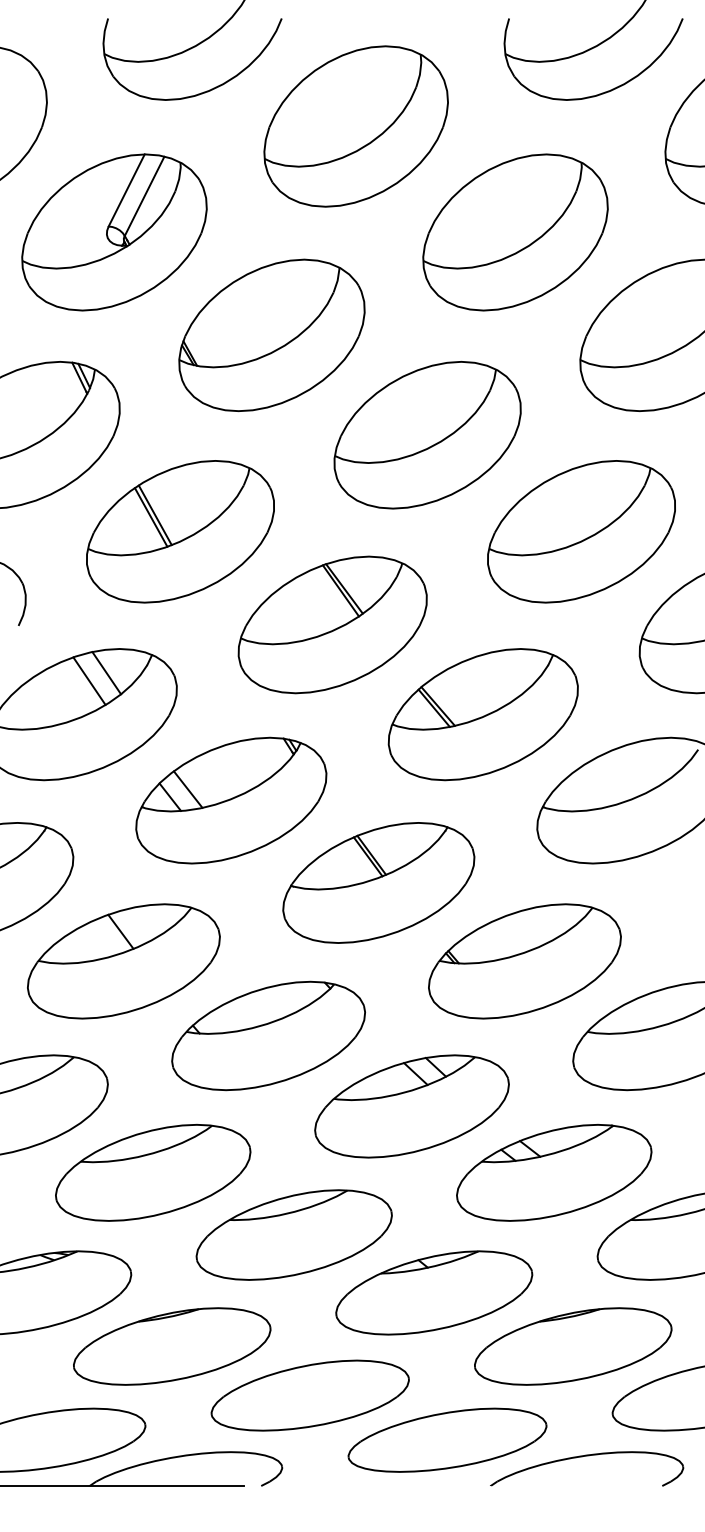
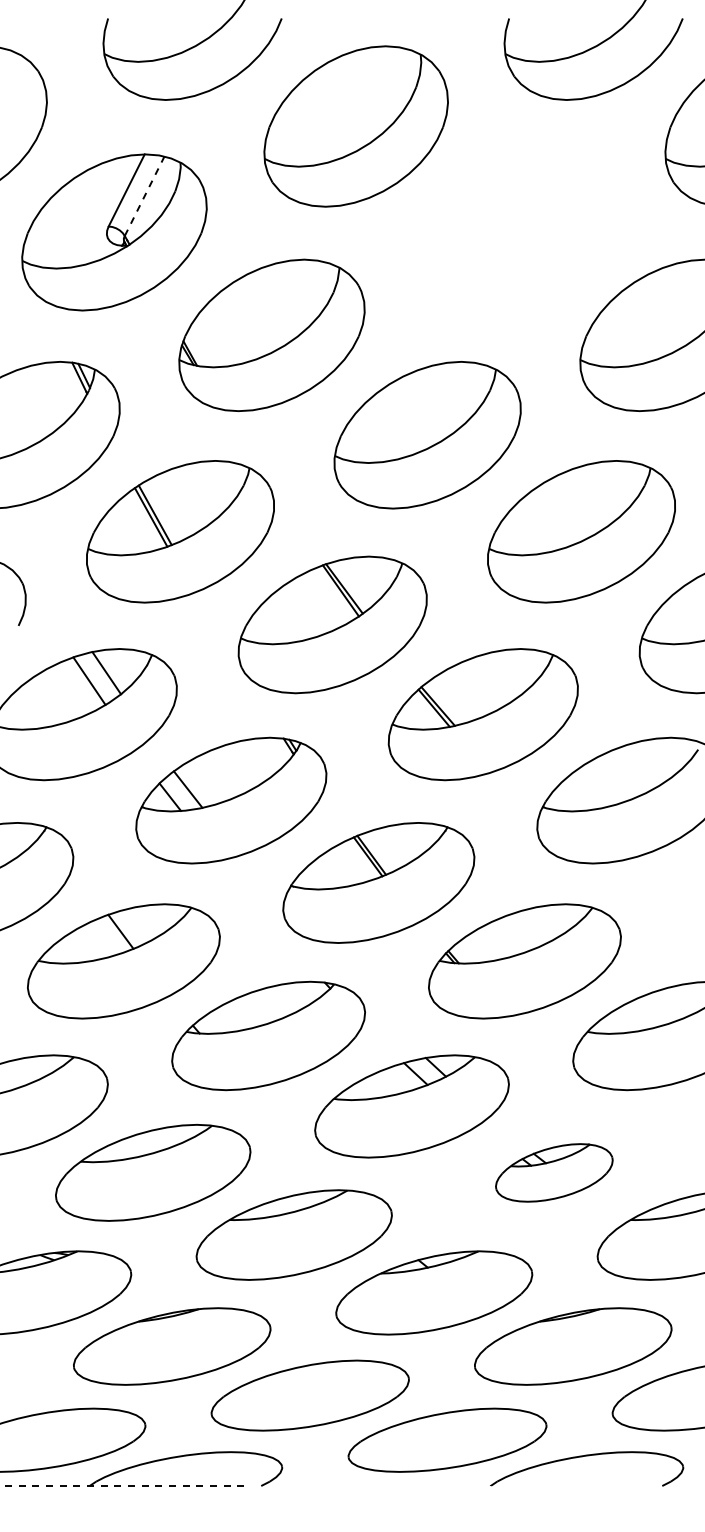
line at (144, 195): solid -> dashed
part at (515, 232): present -> none
part at (554, 1172) size: 197x98 px -> 119x60 px
line at (122, 1486): solid -> dashed
